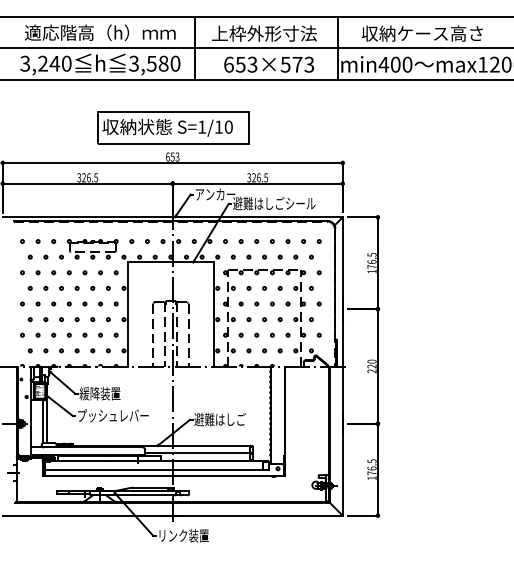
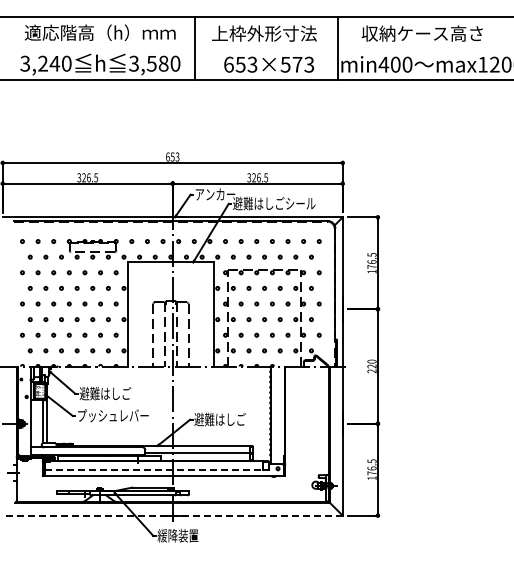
line at (256, 48): present -> none
part at (173, 127): present -> none
text at (105, 393): 緩降装置 -> 避難はしご
line at (154, 470): solid -> dashed
line at (172, 515): solid -> dashed
text at (182, 535): リンク装置 -> 緩降装置
